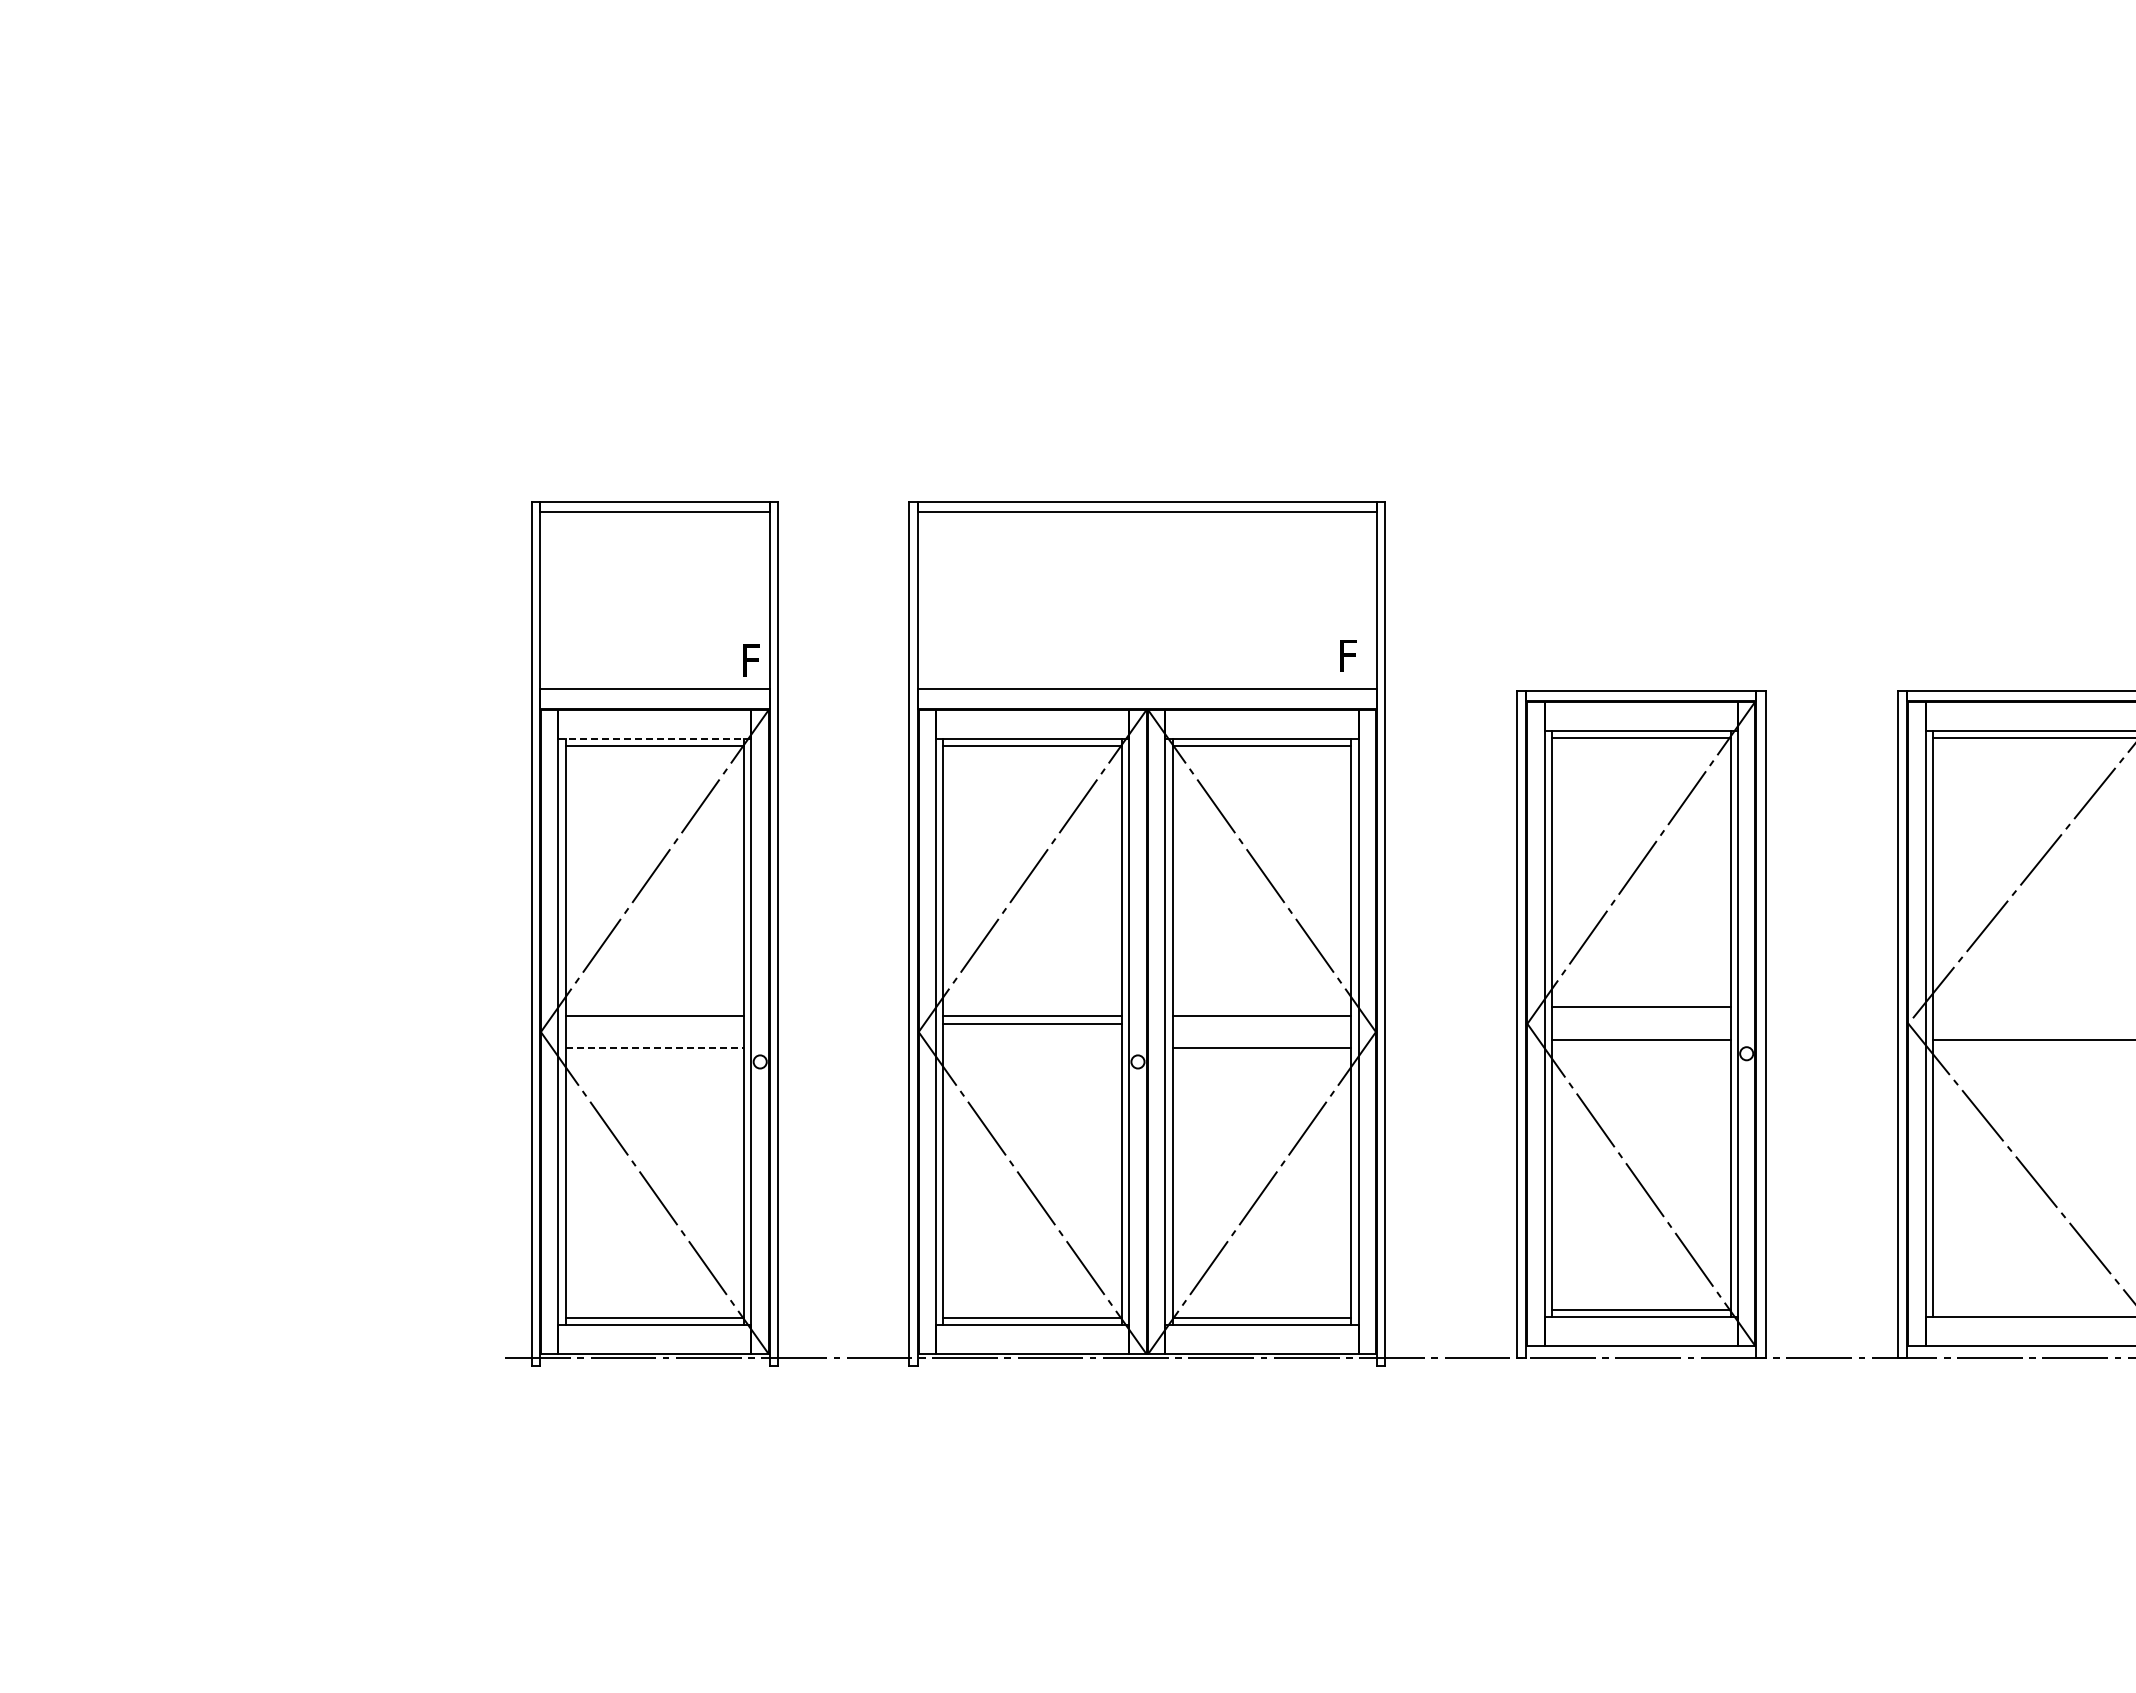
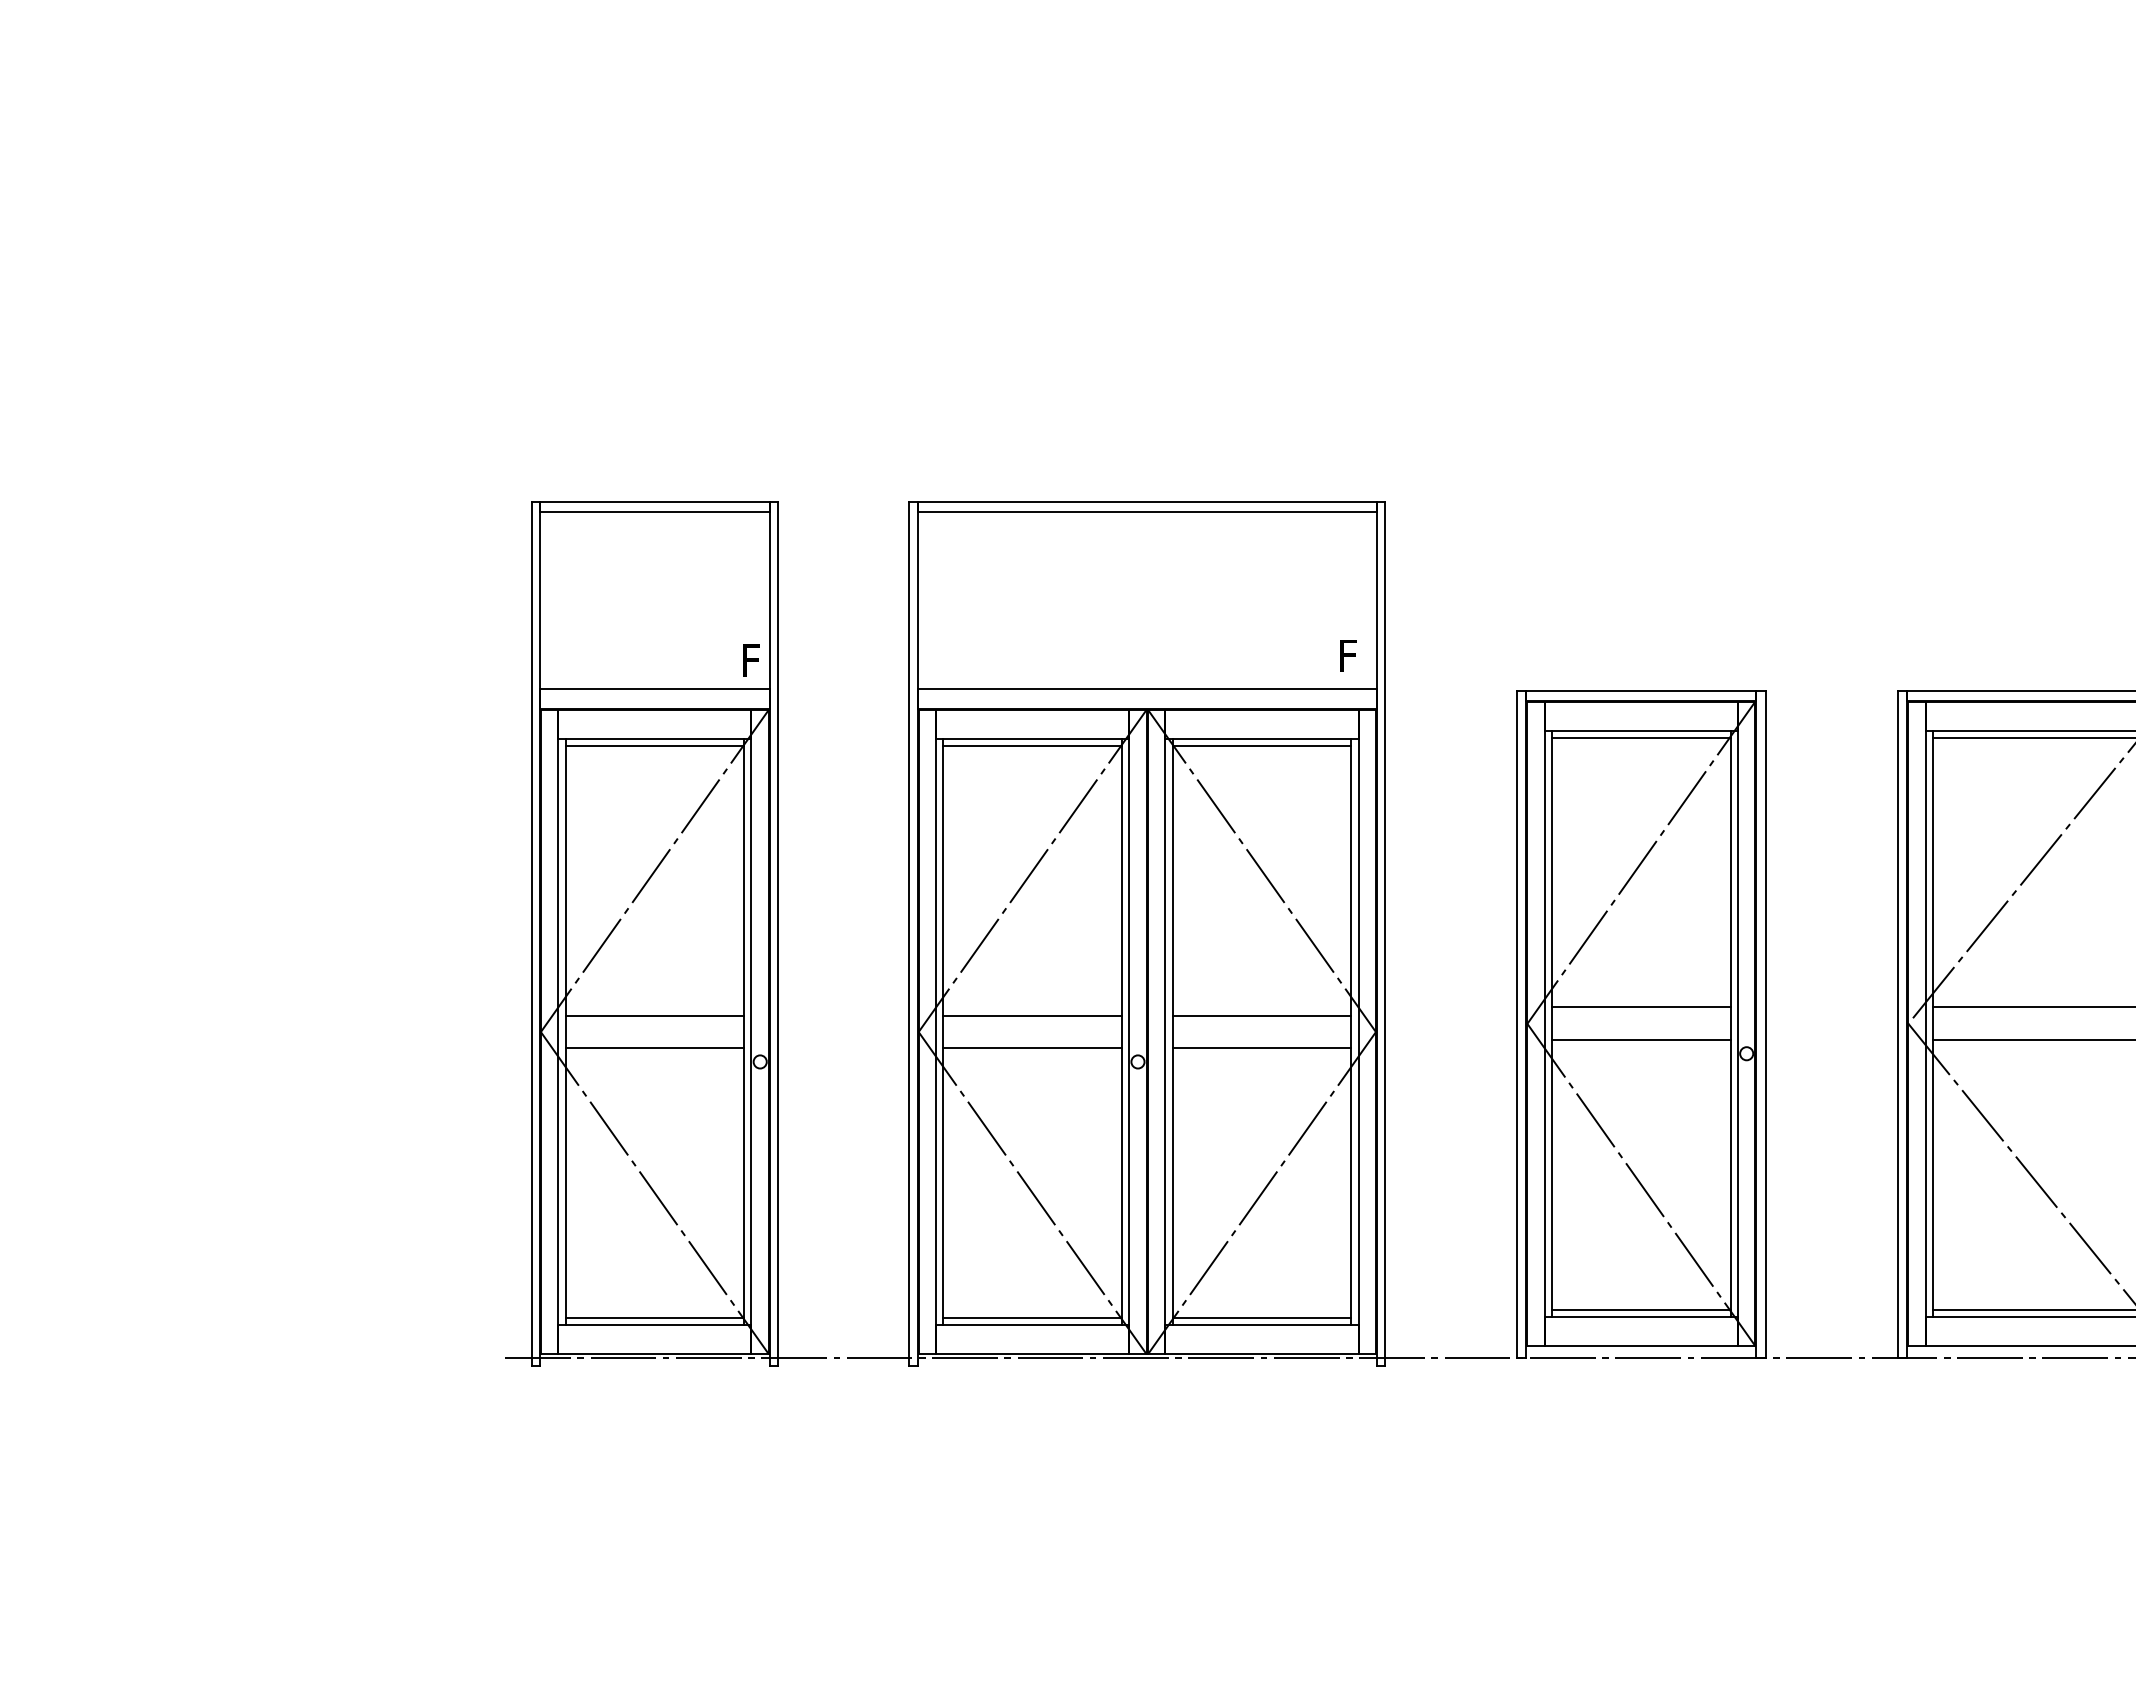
line at (654, 738): dashed -> solid
line at (2032, 1007): none -> present
line at (1032, 1024) position: (1032, 1024) -> (1032, 1048)
line at (655, 1048): dashed -> solid
line at (2032, 1309): none -> present
